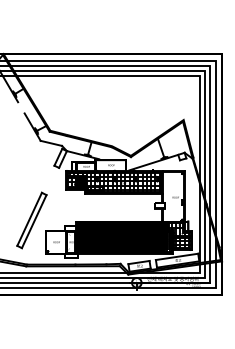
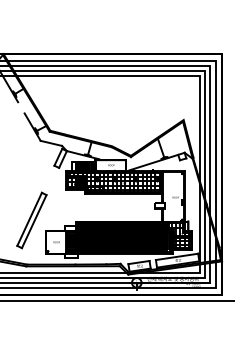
hatch at (85, 166): none -> present
hatch at (71, 242): none -> present
line at (116, 301): none -> present
